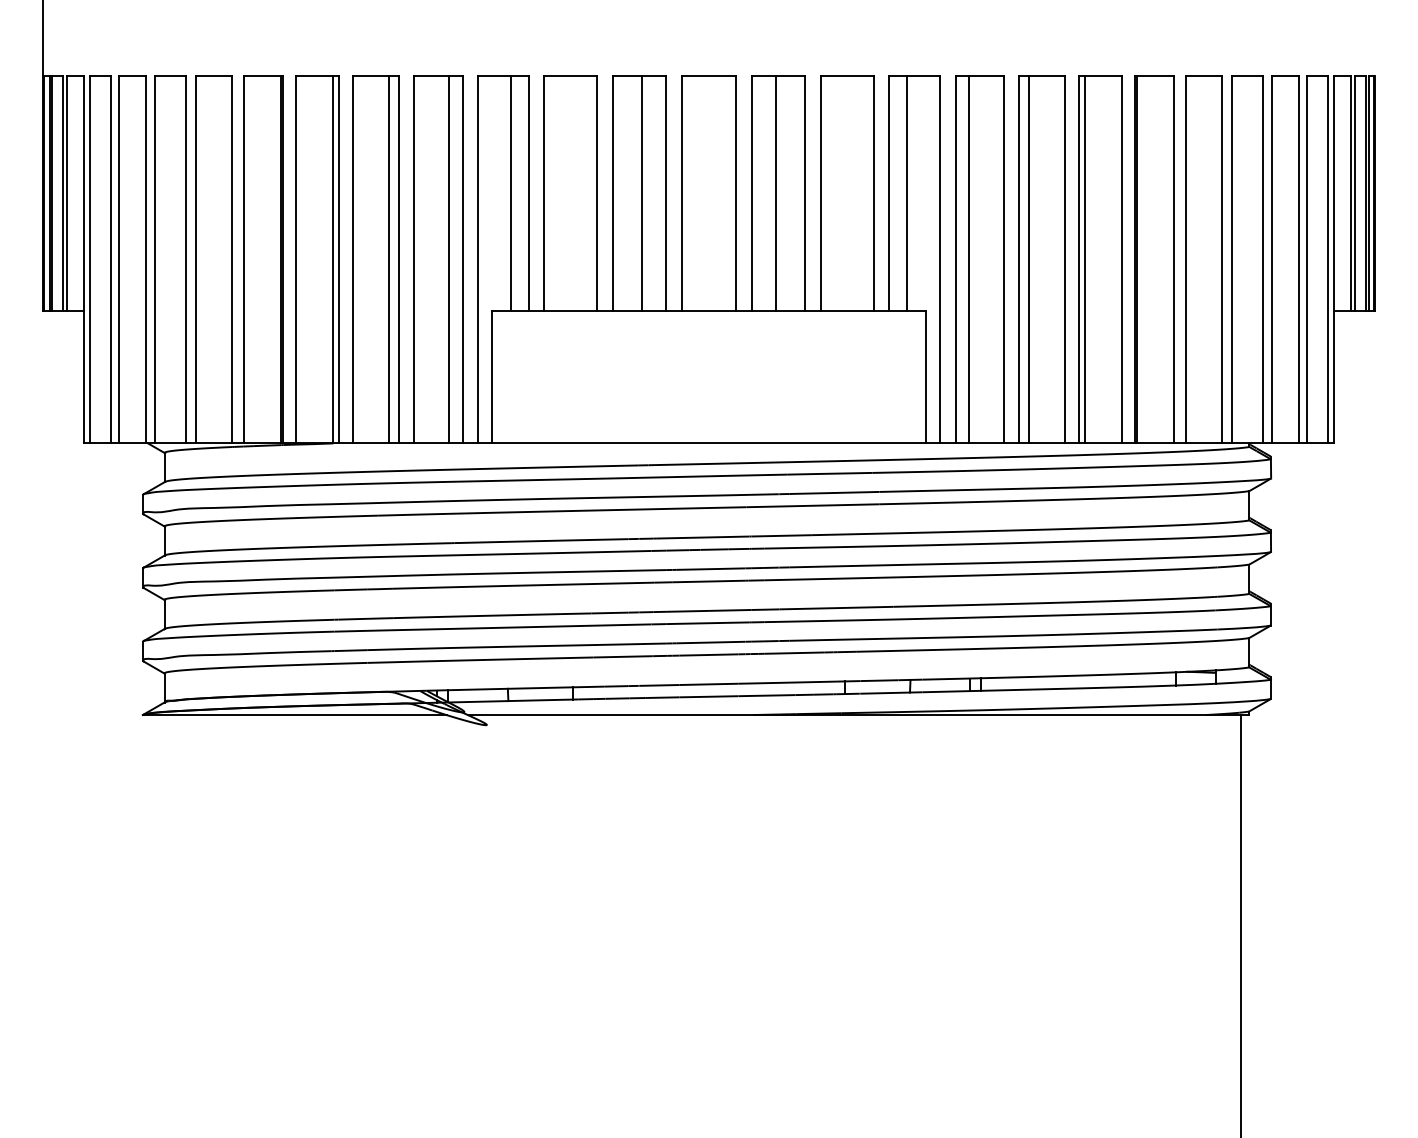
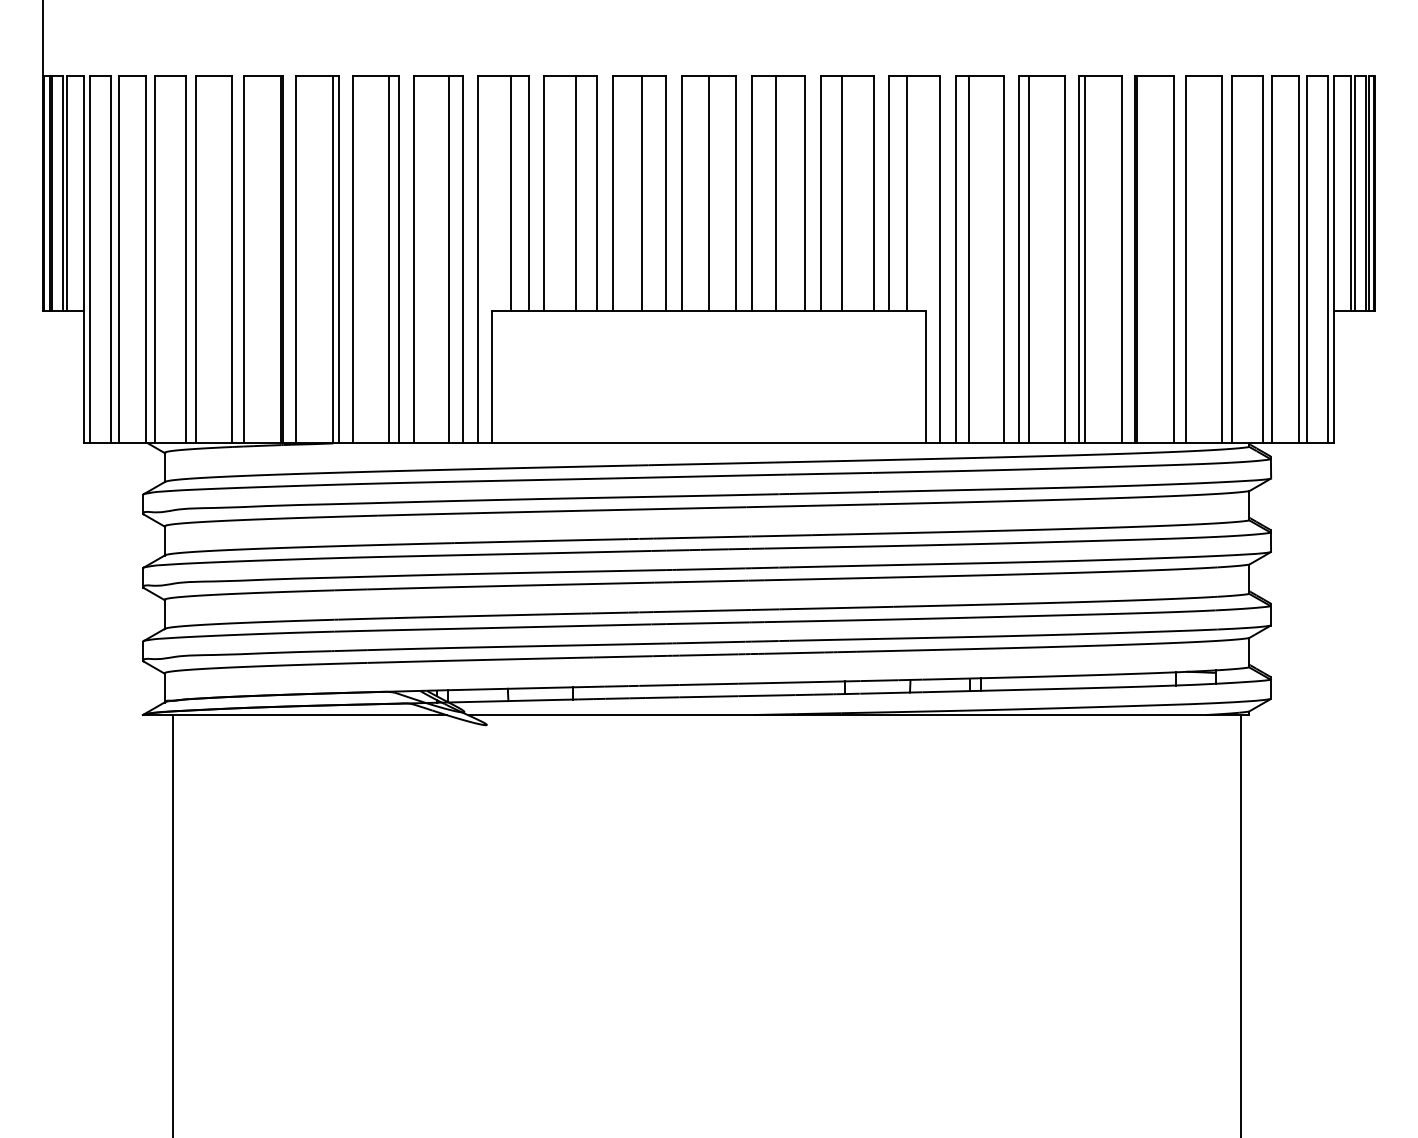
line at (576, 192): none -> present
line at (708, 192): none -> present
line at (841, 192): none -> present
line at (172, 924): none -> present
